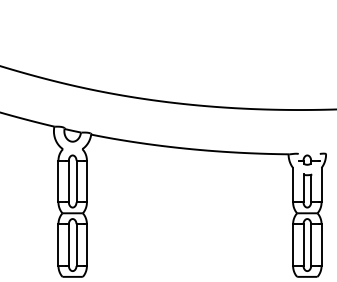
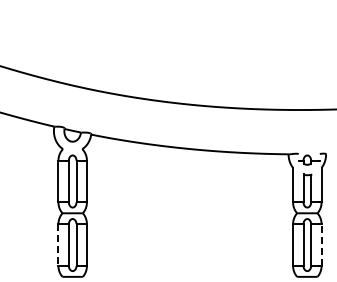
line at (58, 245): solid -> dashed
line at (321, 245): solid -> dashed
